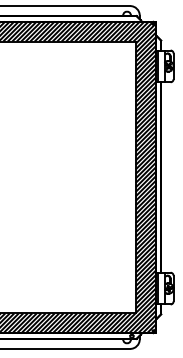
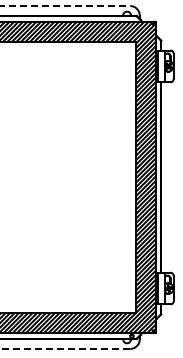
line at (65, 6): solid -> dashed
line at (65, 348): solid -> dashed
